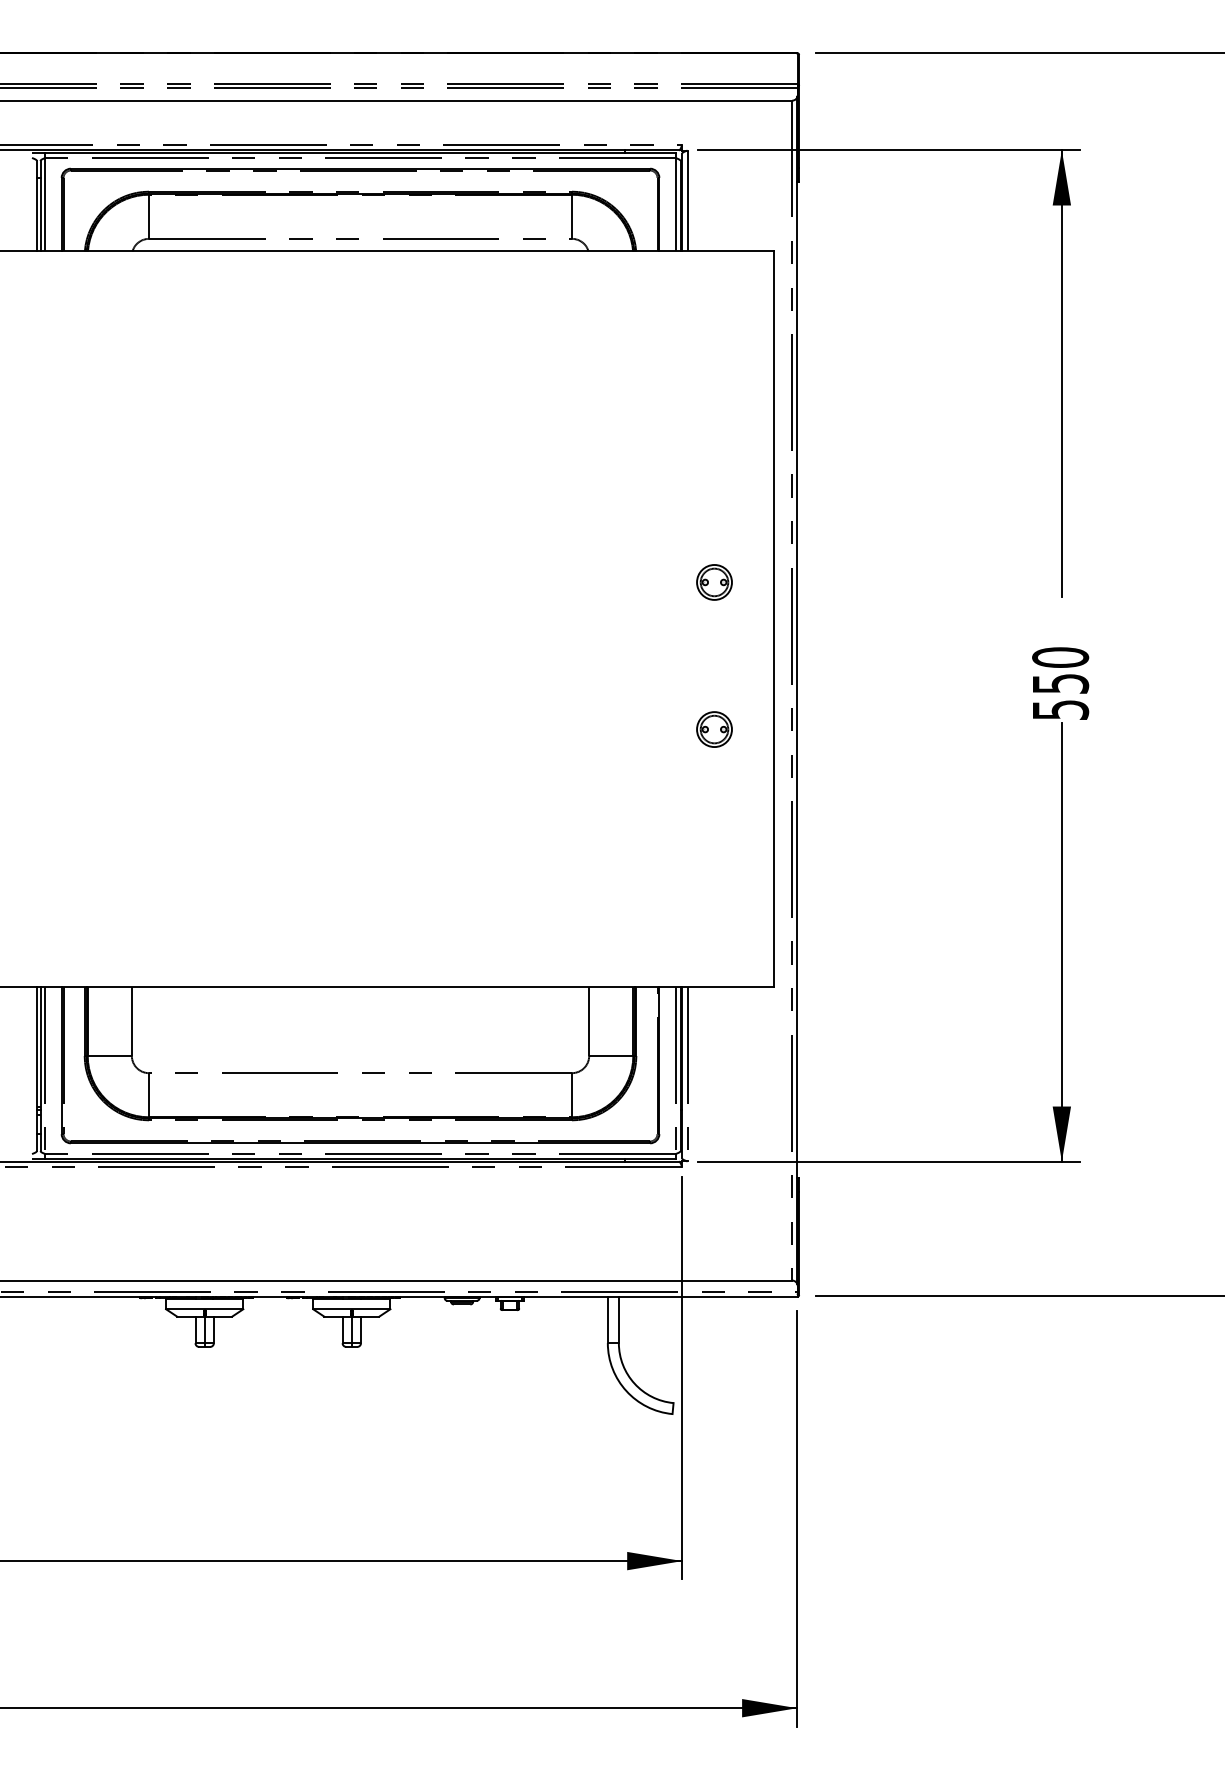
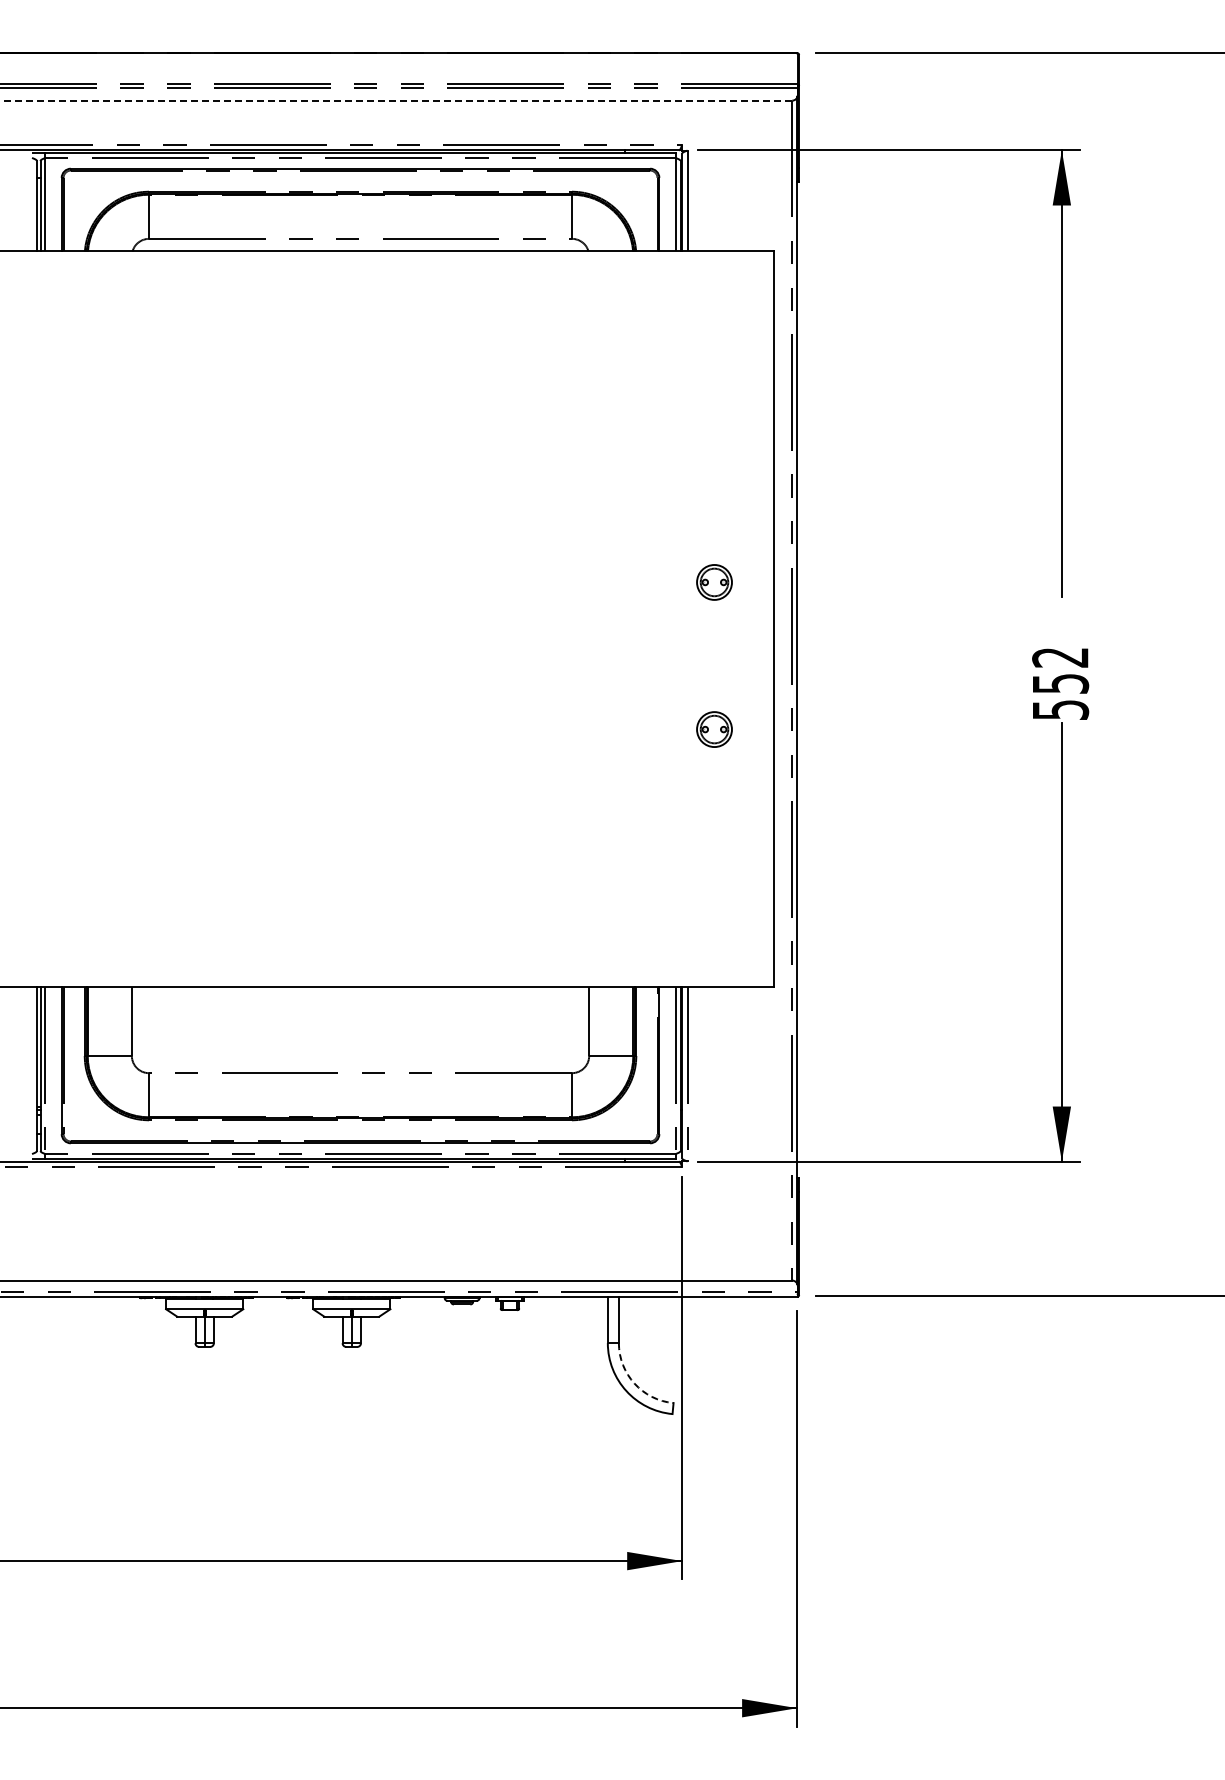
line at (396, 100): solid -> dashed
text at (1060, 657): 550 -> 552
arc at (634, 1383): solid -> dashed
